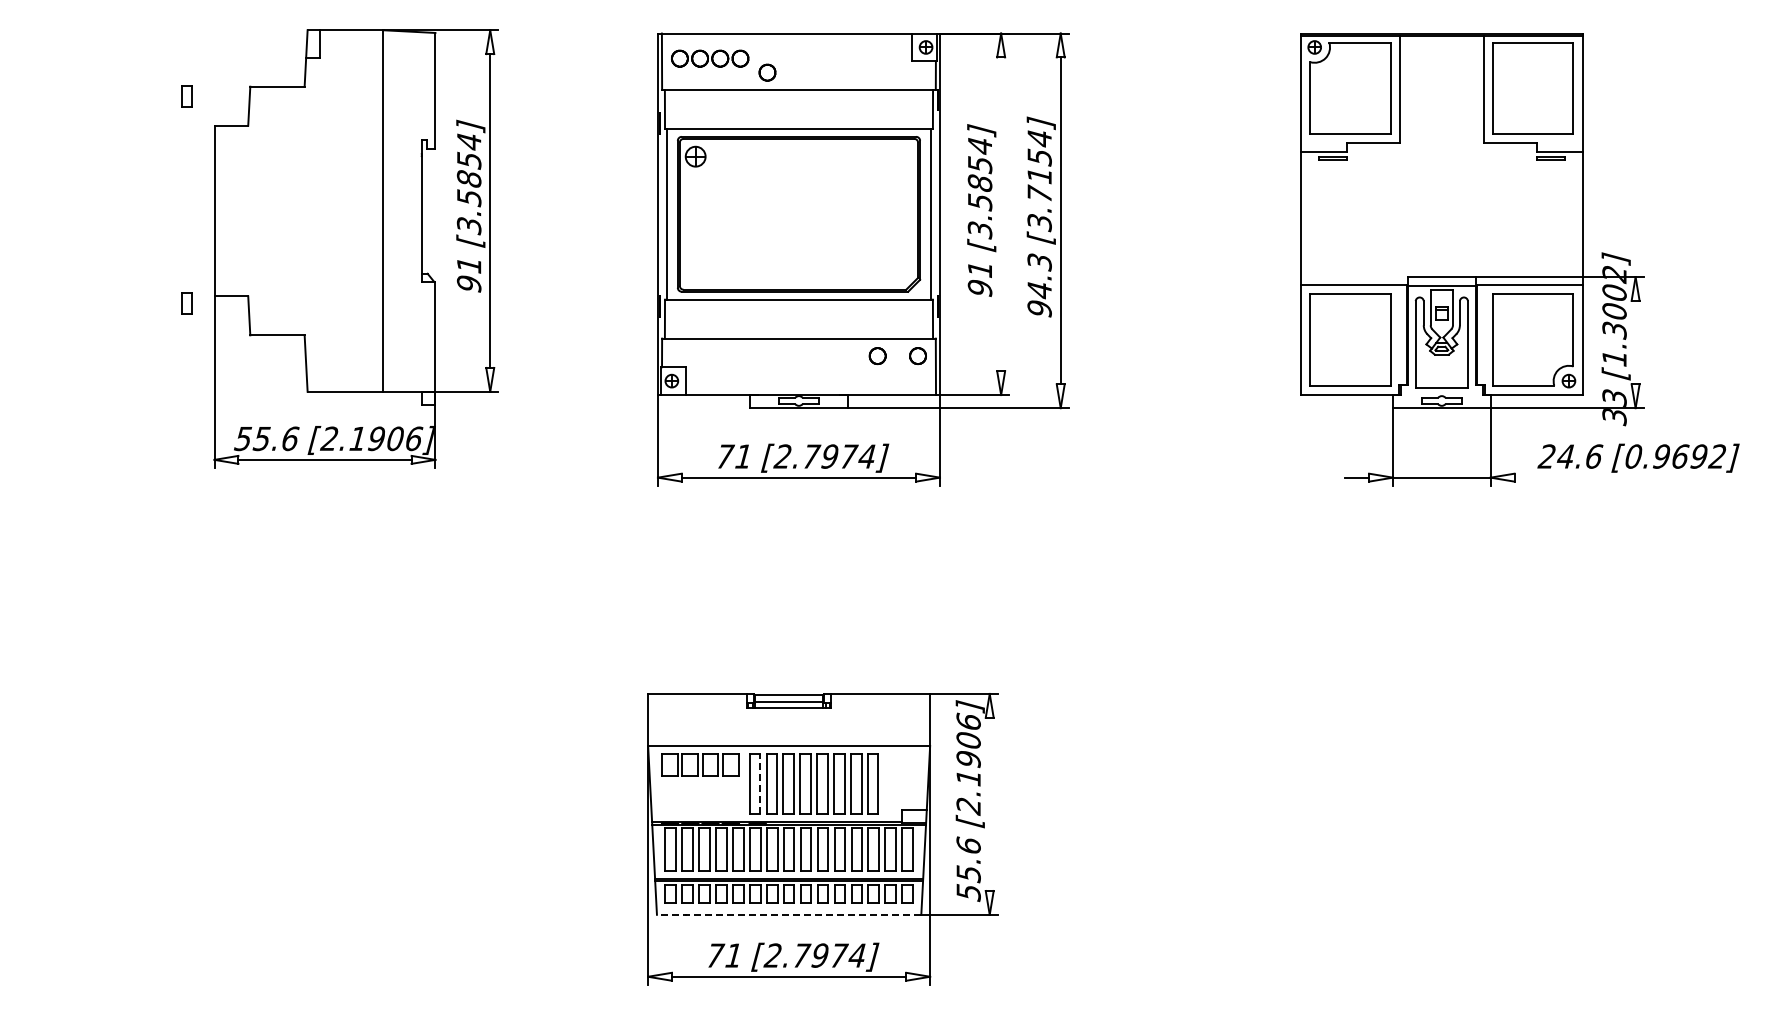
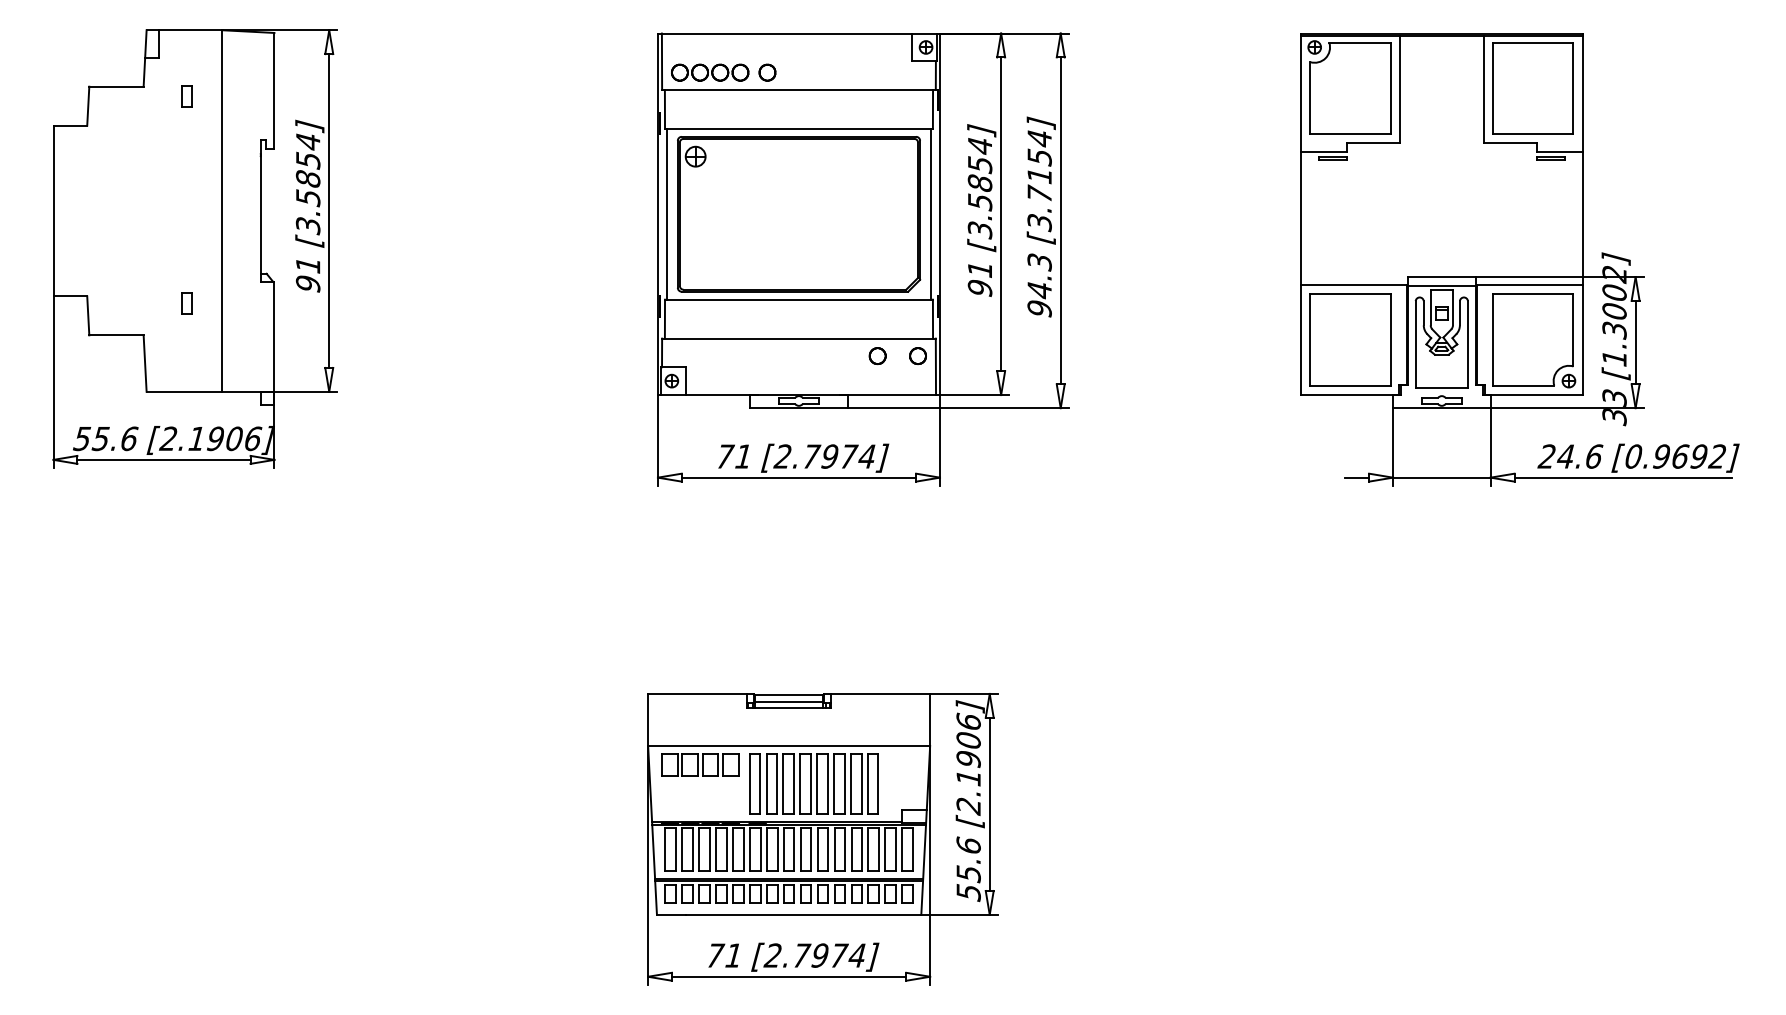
part at (710, 58) position: (710, 58) -> (710, 72)
line at (1001, 214): none -> present
part at (355, 248) position: (355, 248) -> (194, 248)
line at (1635, 342): none -> present
line at (1623, 477): none -> present
line at (760, 783): dashed -> solid
line at (989, 803): none -> present
line at (788, 914): dashed -> solid
